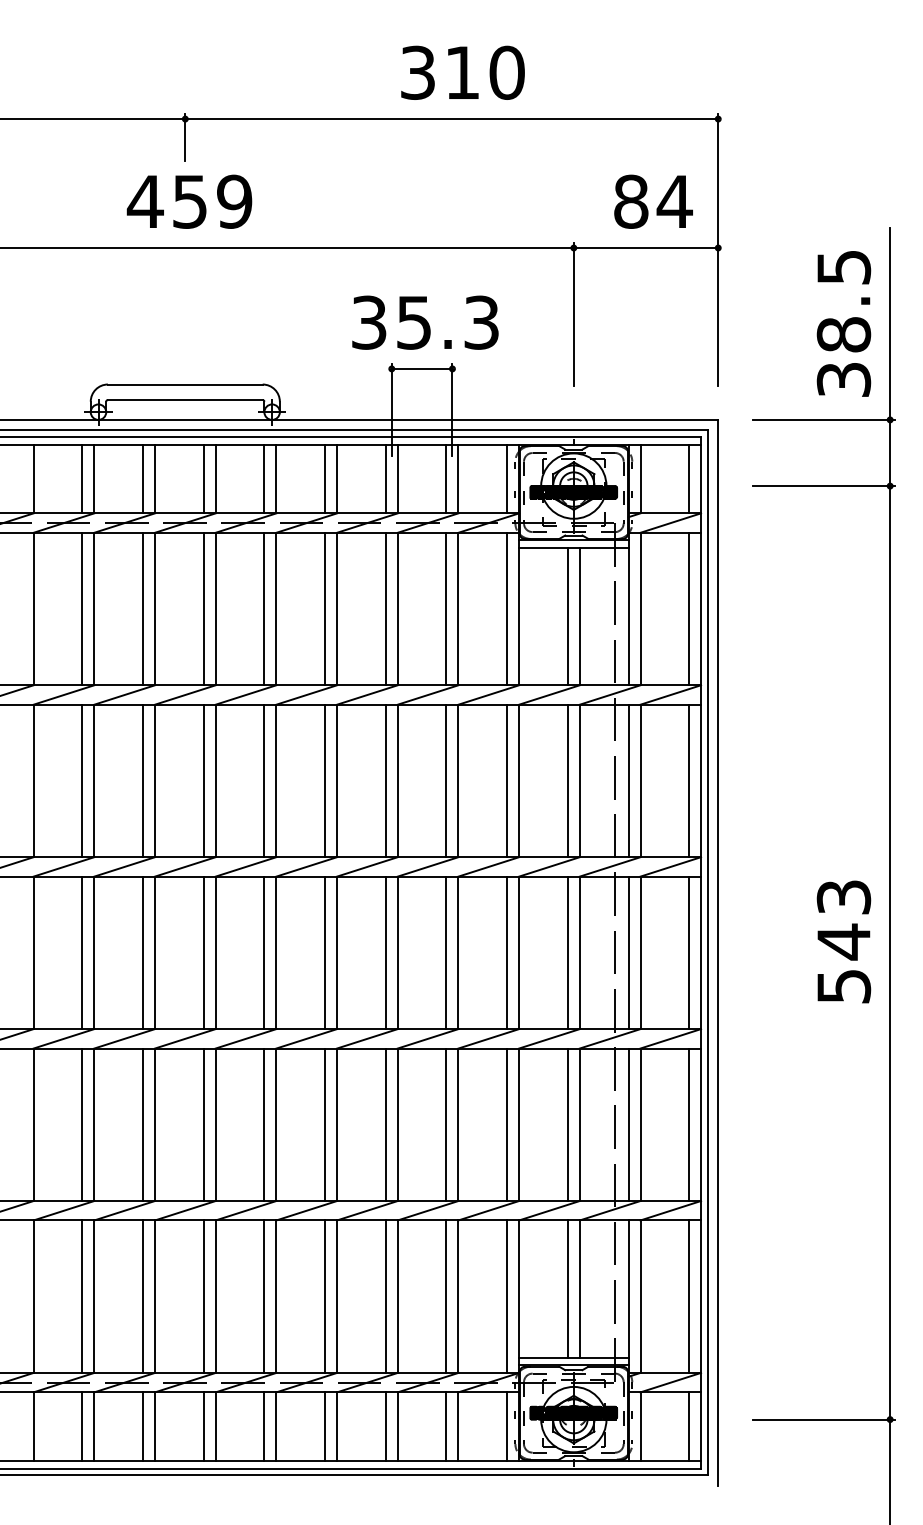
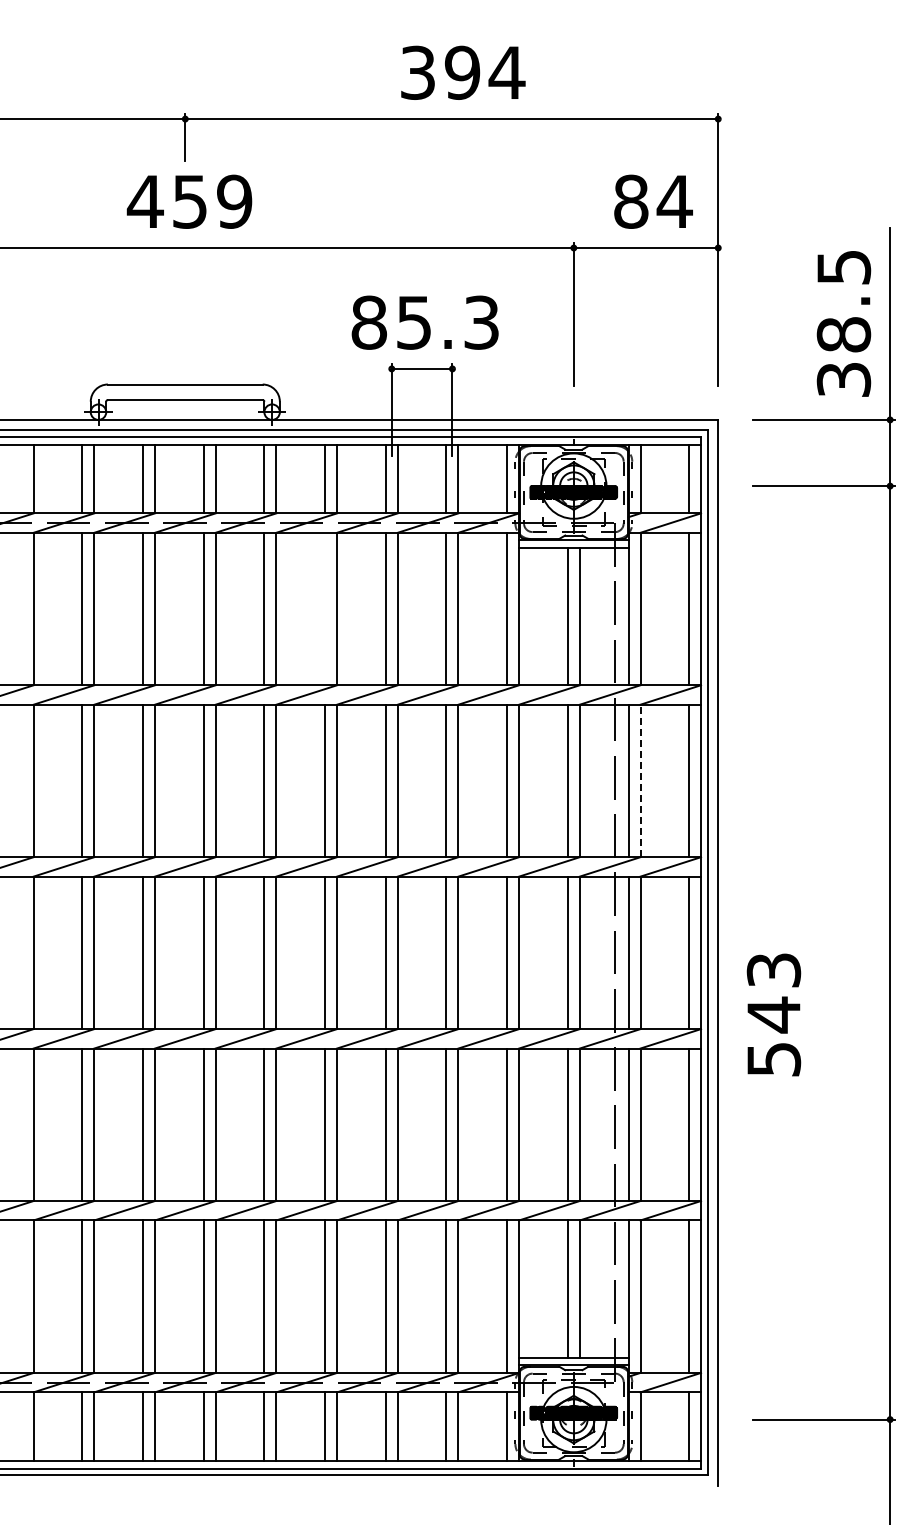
text at (484, 72): 310 -> 394
text at (369, 322): 35.3 -> 85.3
line at (325, 608): present -> none
line at (640, 780): solid -> dashed
text at (843, 941) position: (843, 941) -> (773, 1014)
